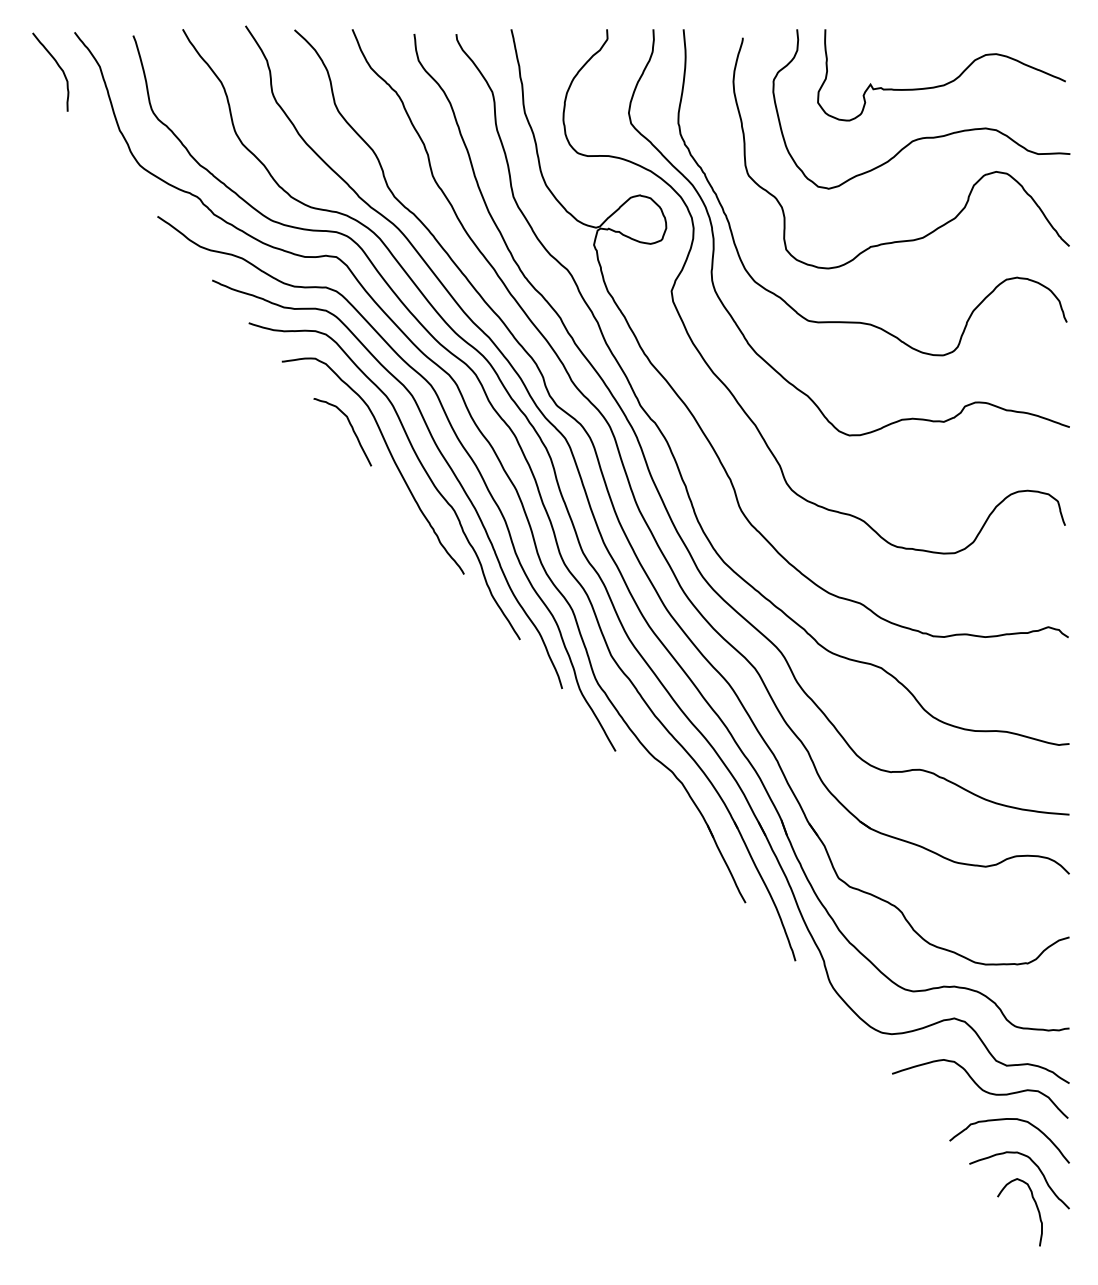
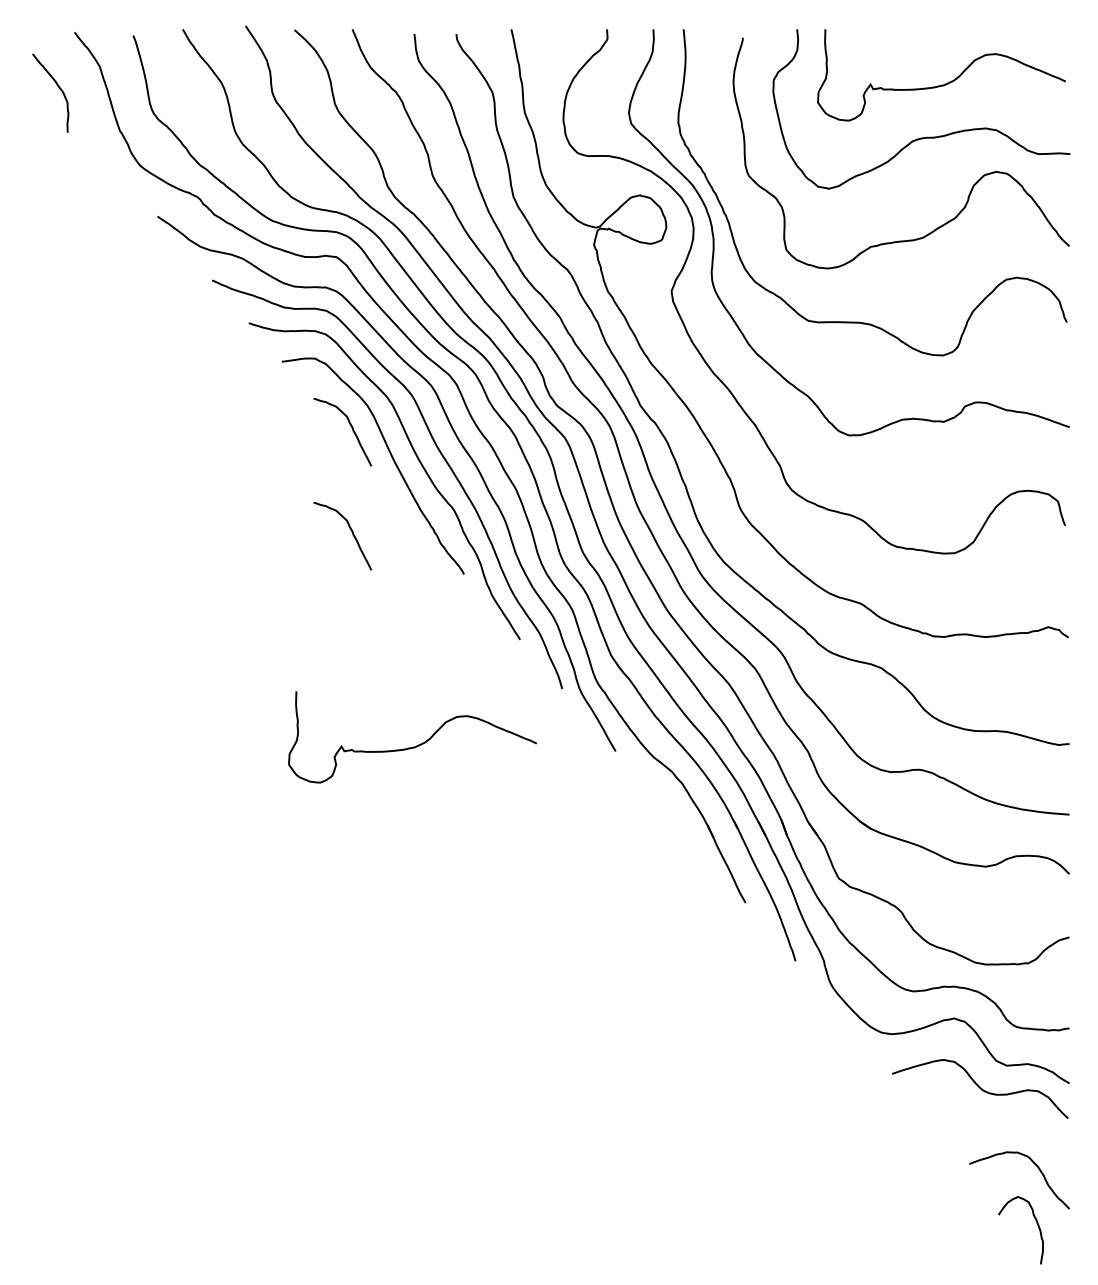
curve at (57, 65) position: (57, 65) -> (57, 86)
curve at (351, 532): none -> present
curve at (416, 745): none -> present
curve at (1004, 1120): present -> none
curve at (1035, 1205) position: (1035, 1205) -> (1036, 1223)
